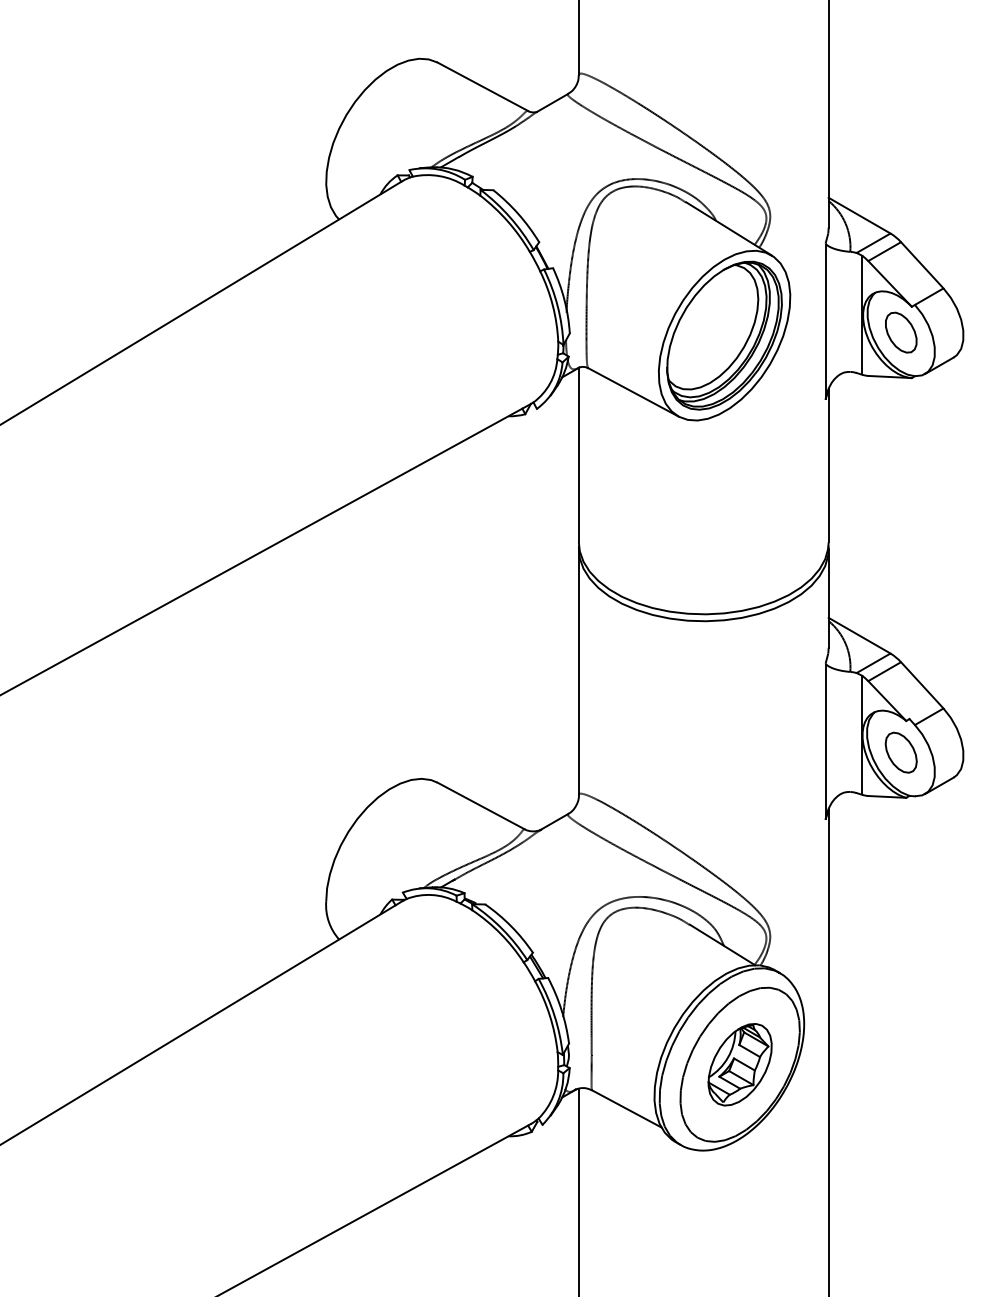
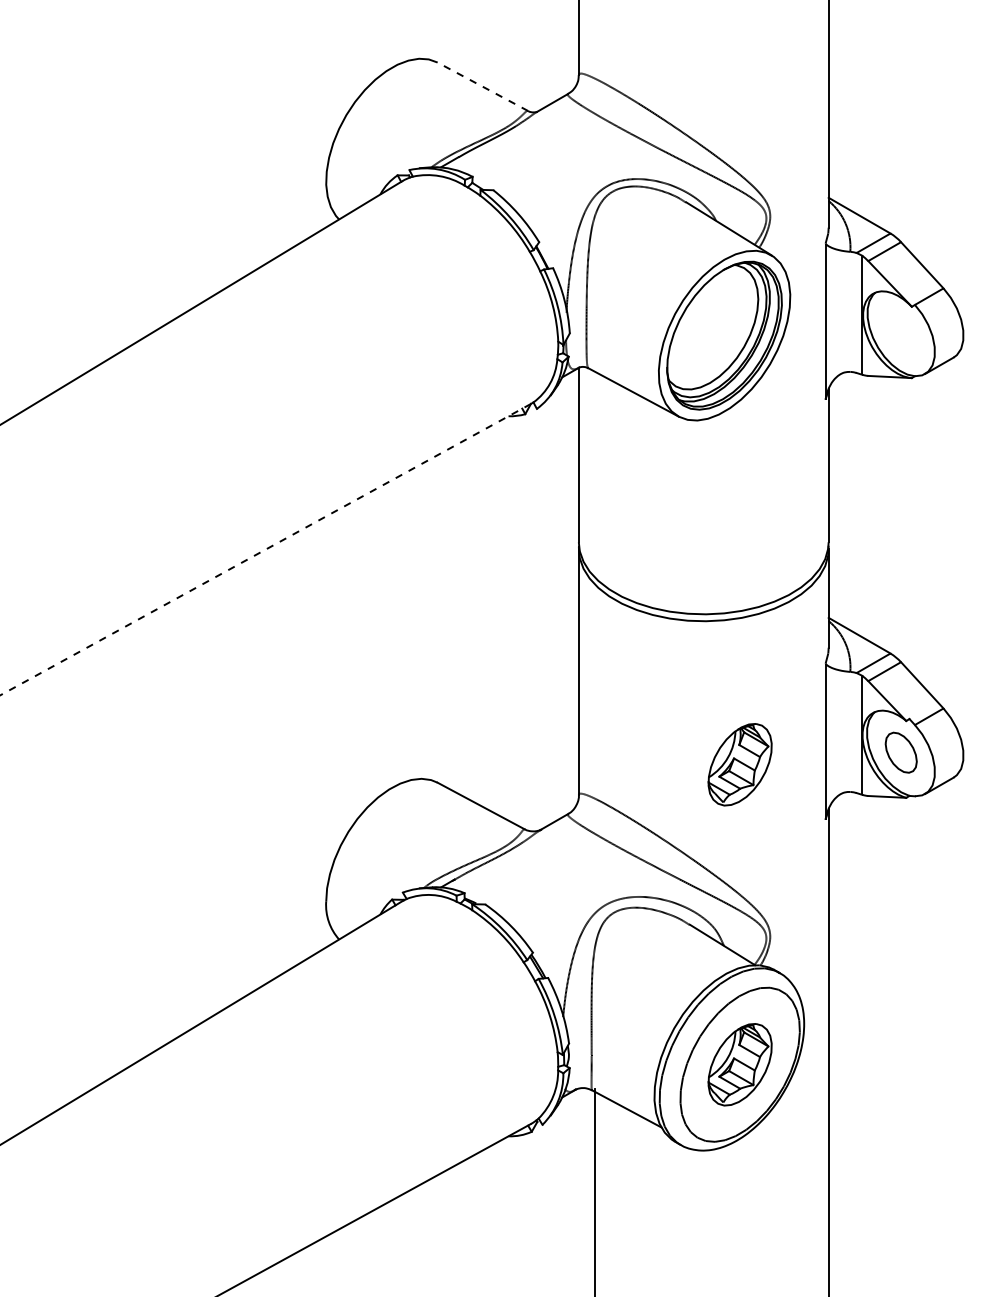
line at (482, 86): solid -> dashed
part at (901, 332): present -> none
line at (265, 549): solid -> dashed
part at (739, 764): none -> present
line at (578, 1190) position: (578, 1190) -> (594, 1190)
